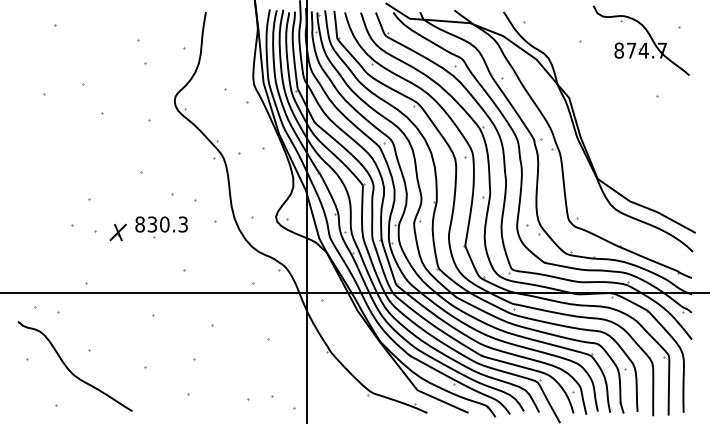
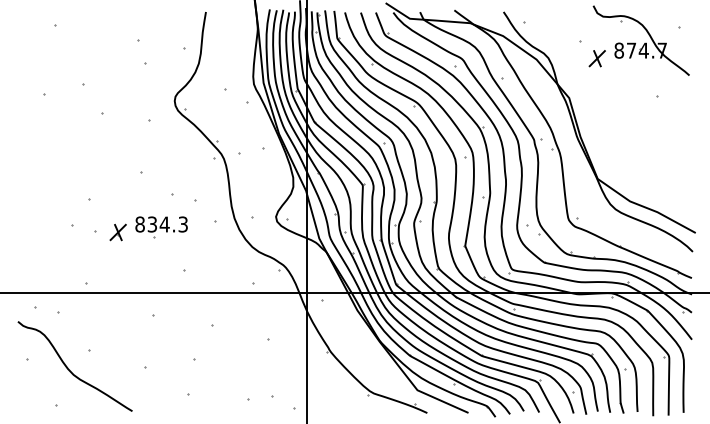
part at (596, 58): none -> present
text at (164, 224): 830.3 -> 834.3
